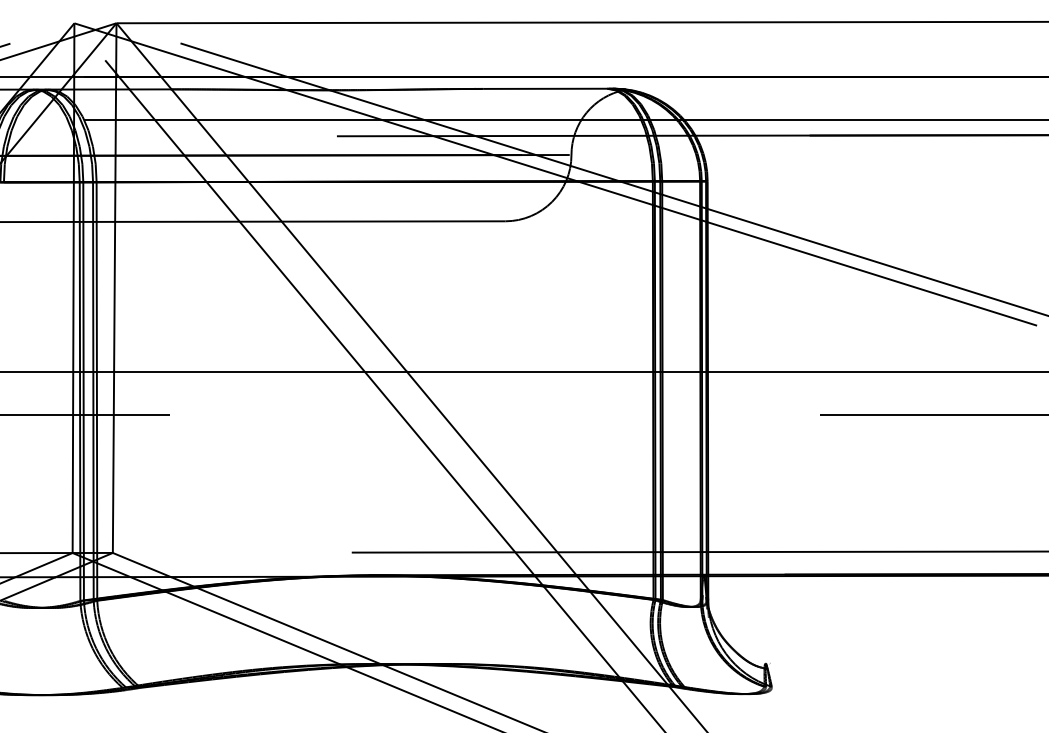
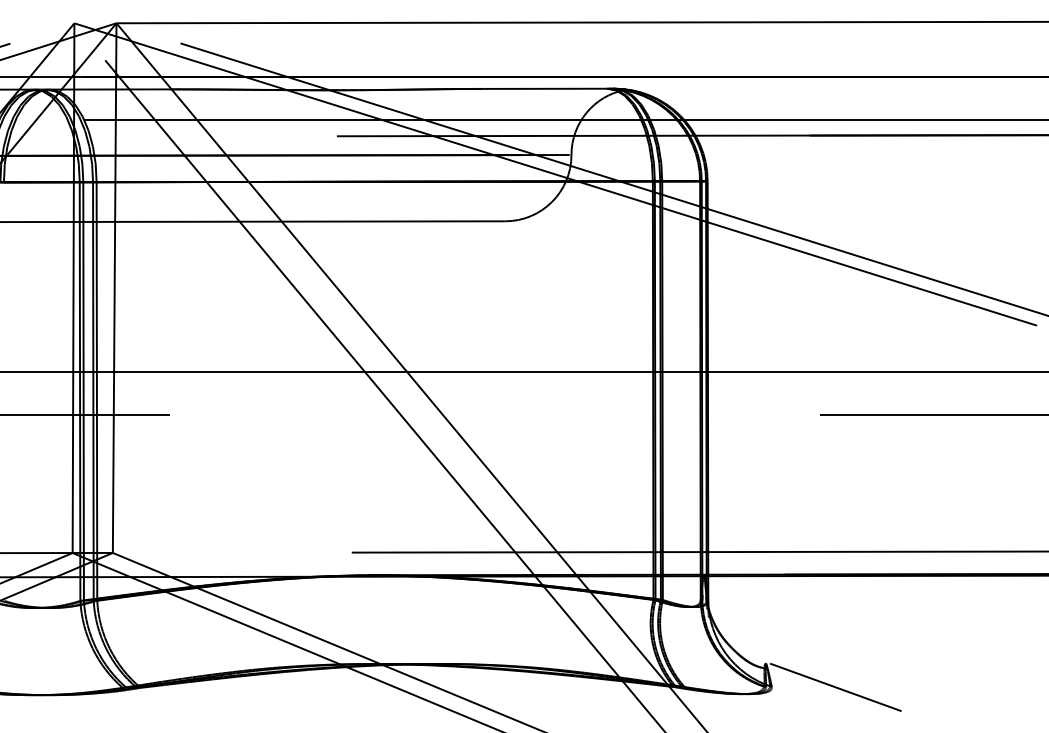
line at (835, 687): none -> present
